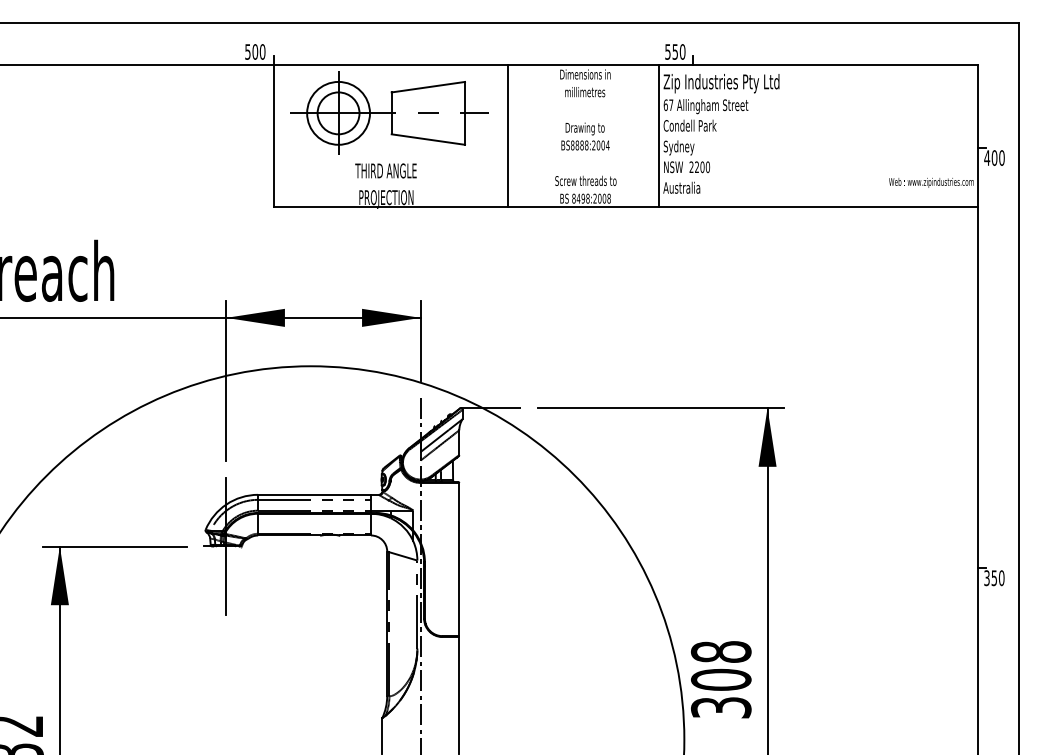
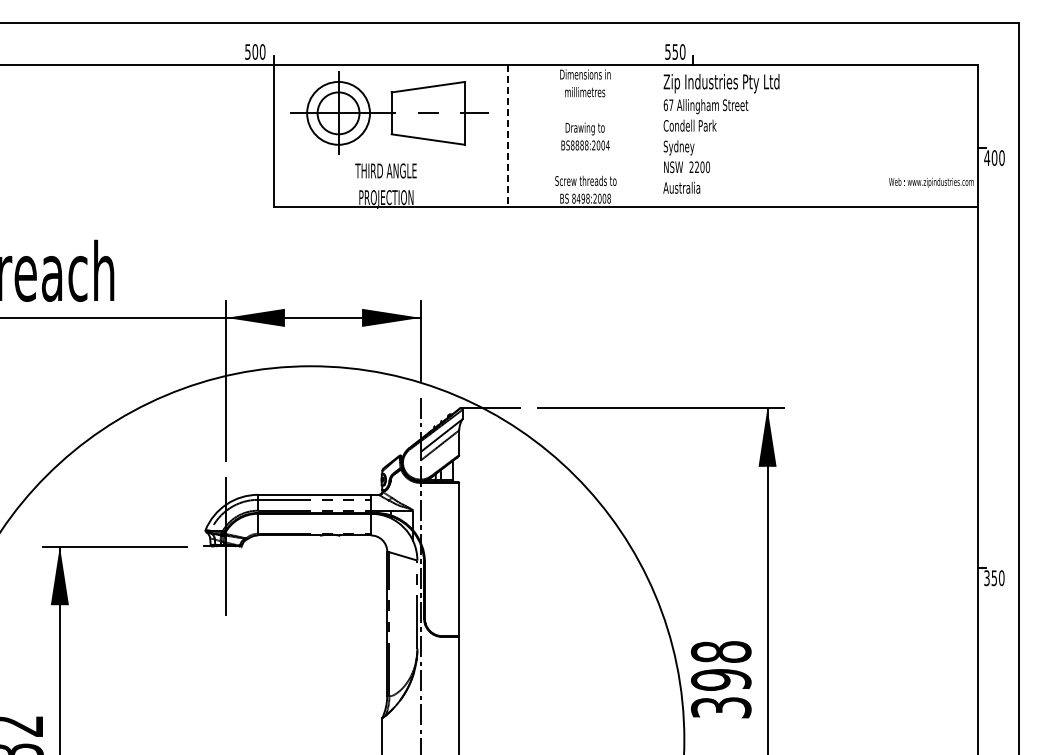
line at (659, 135): present -> none
line at (508, 136): solid -> dashed
text at (721, 679): 308 -> 398
